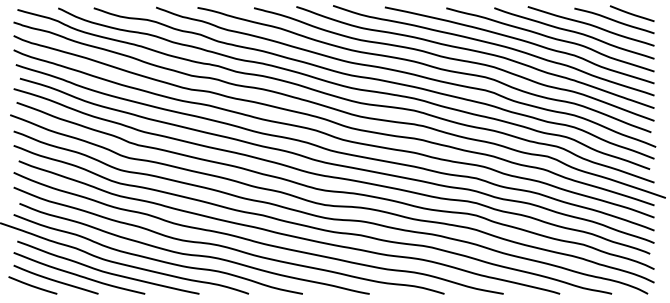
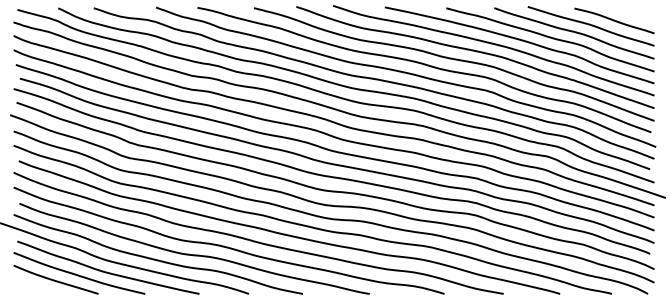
line at (631, 13): present -> none
line at (32, 285): present -> none
